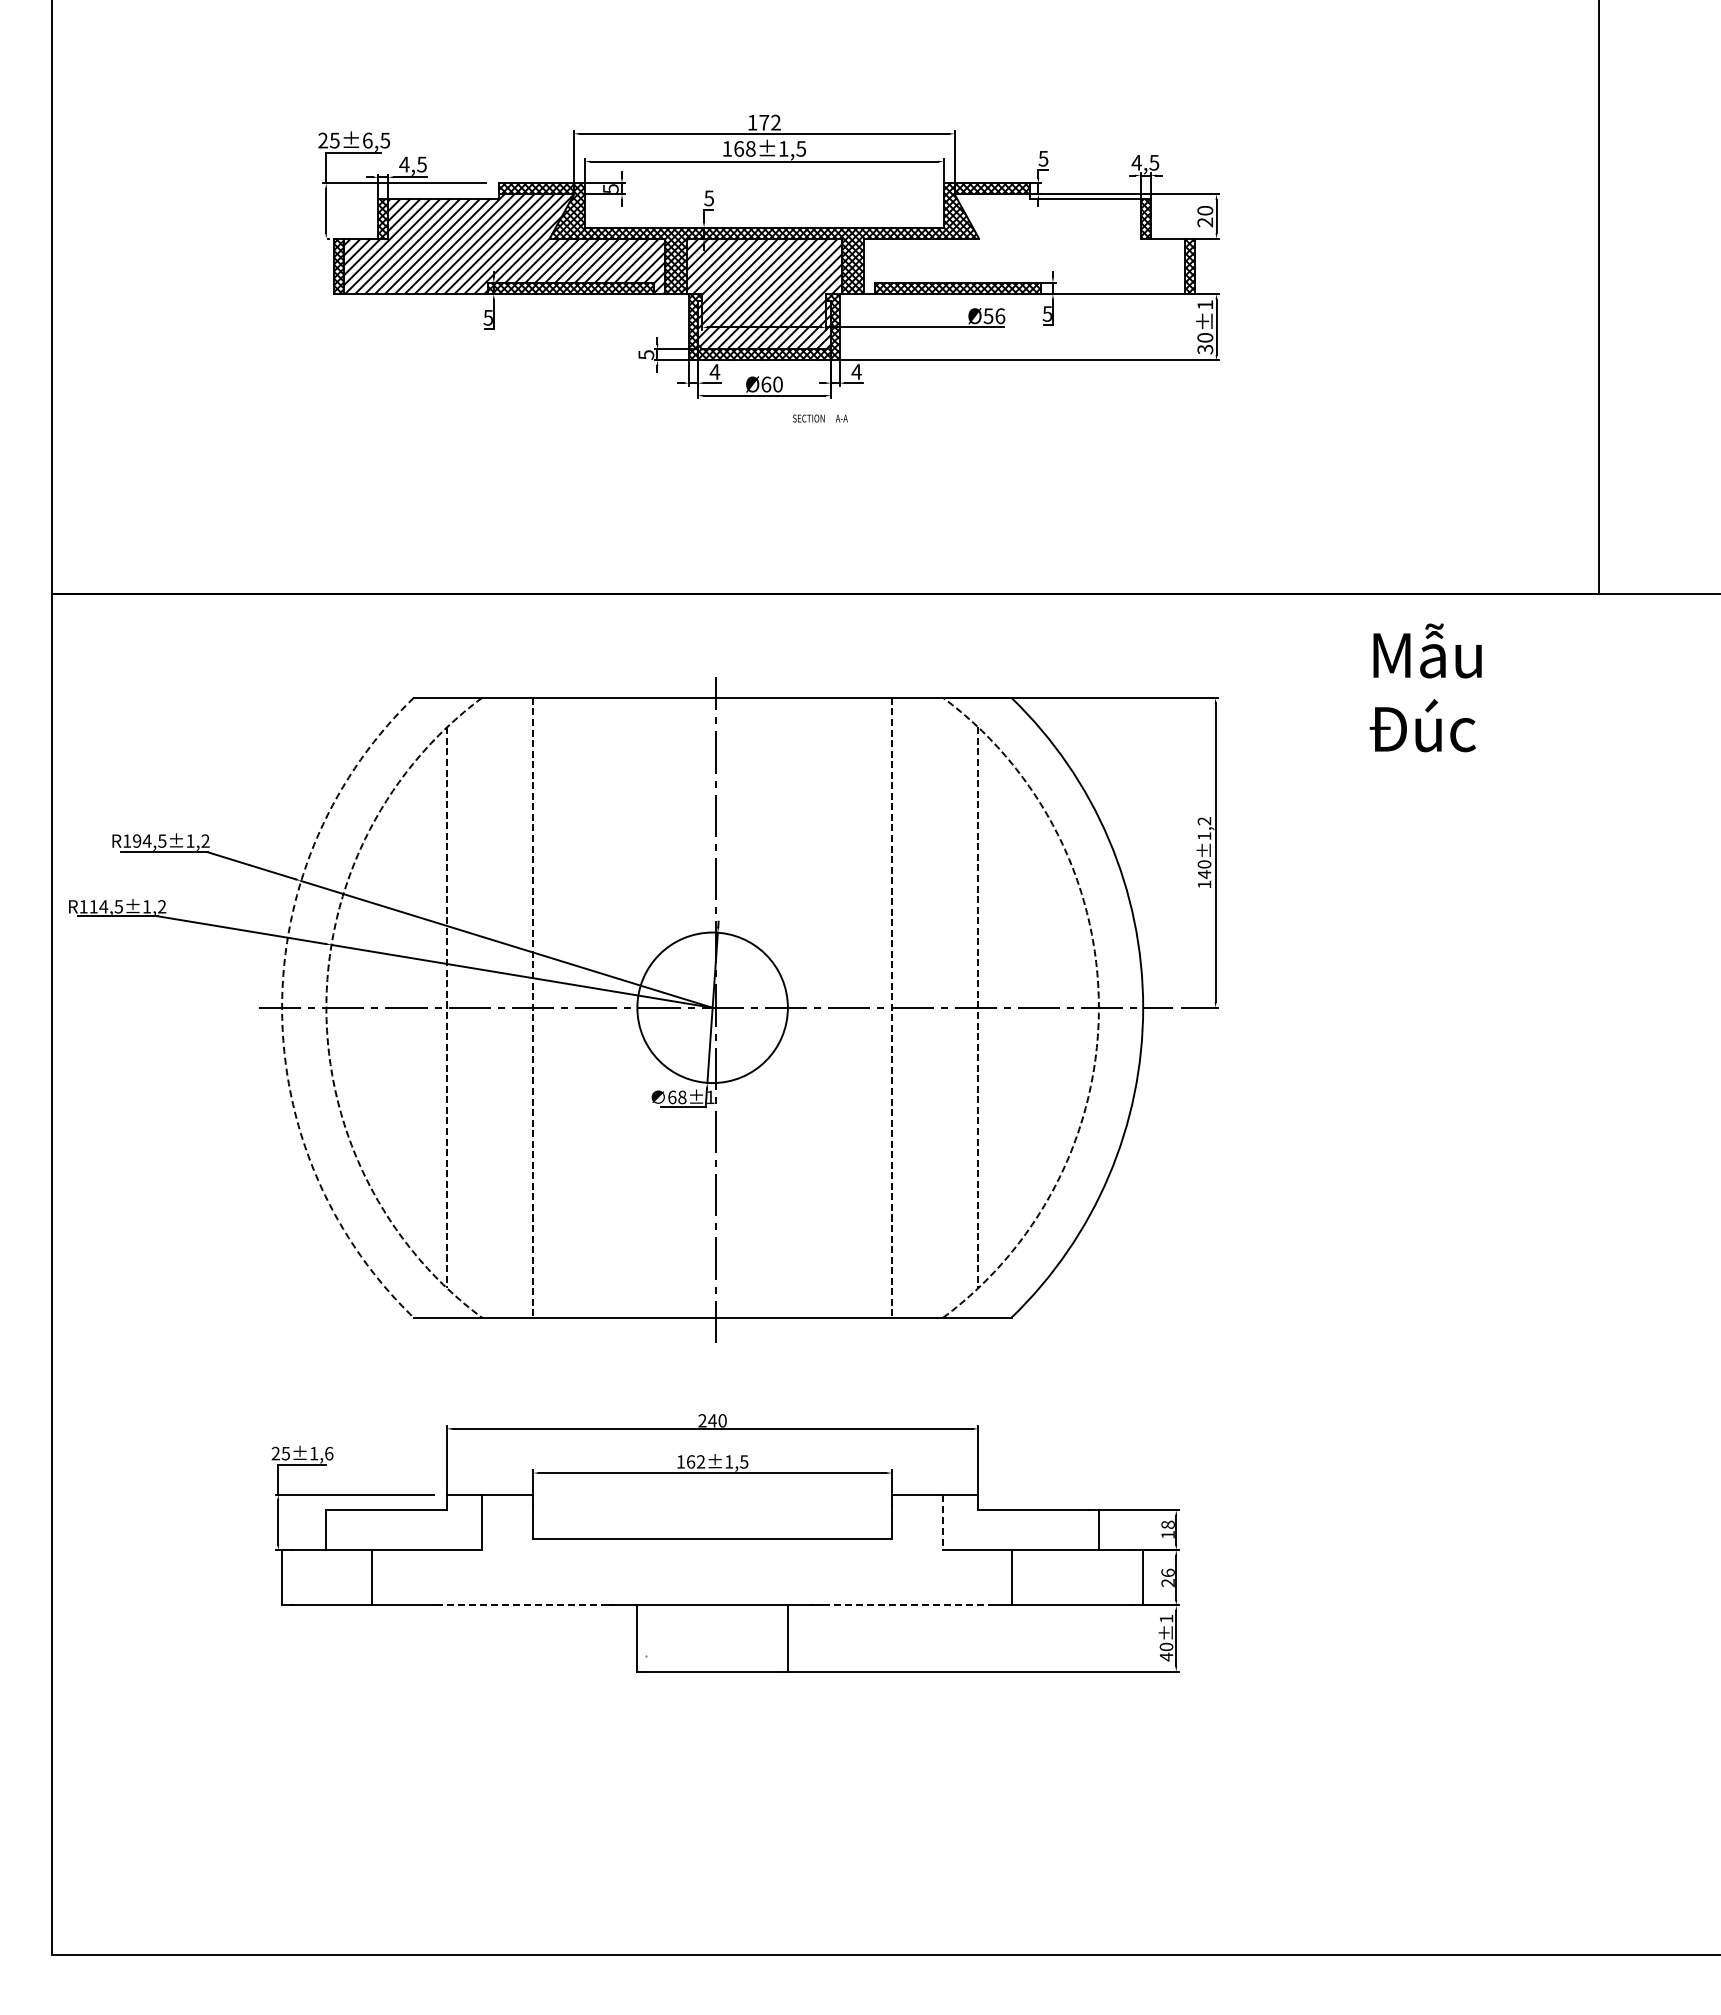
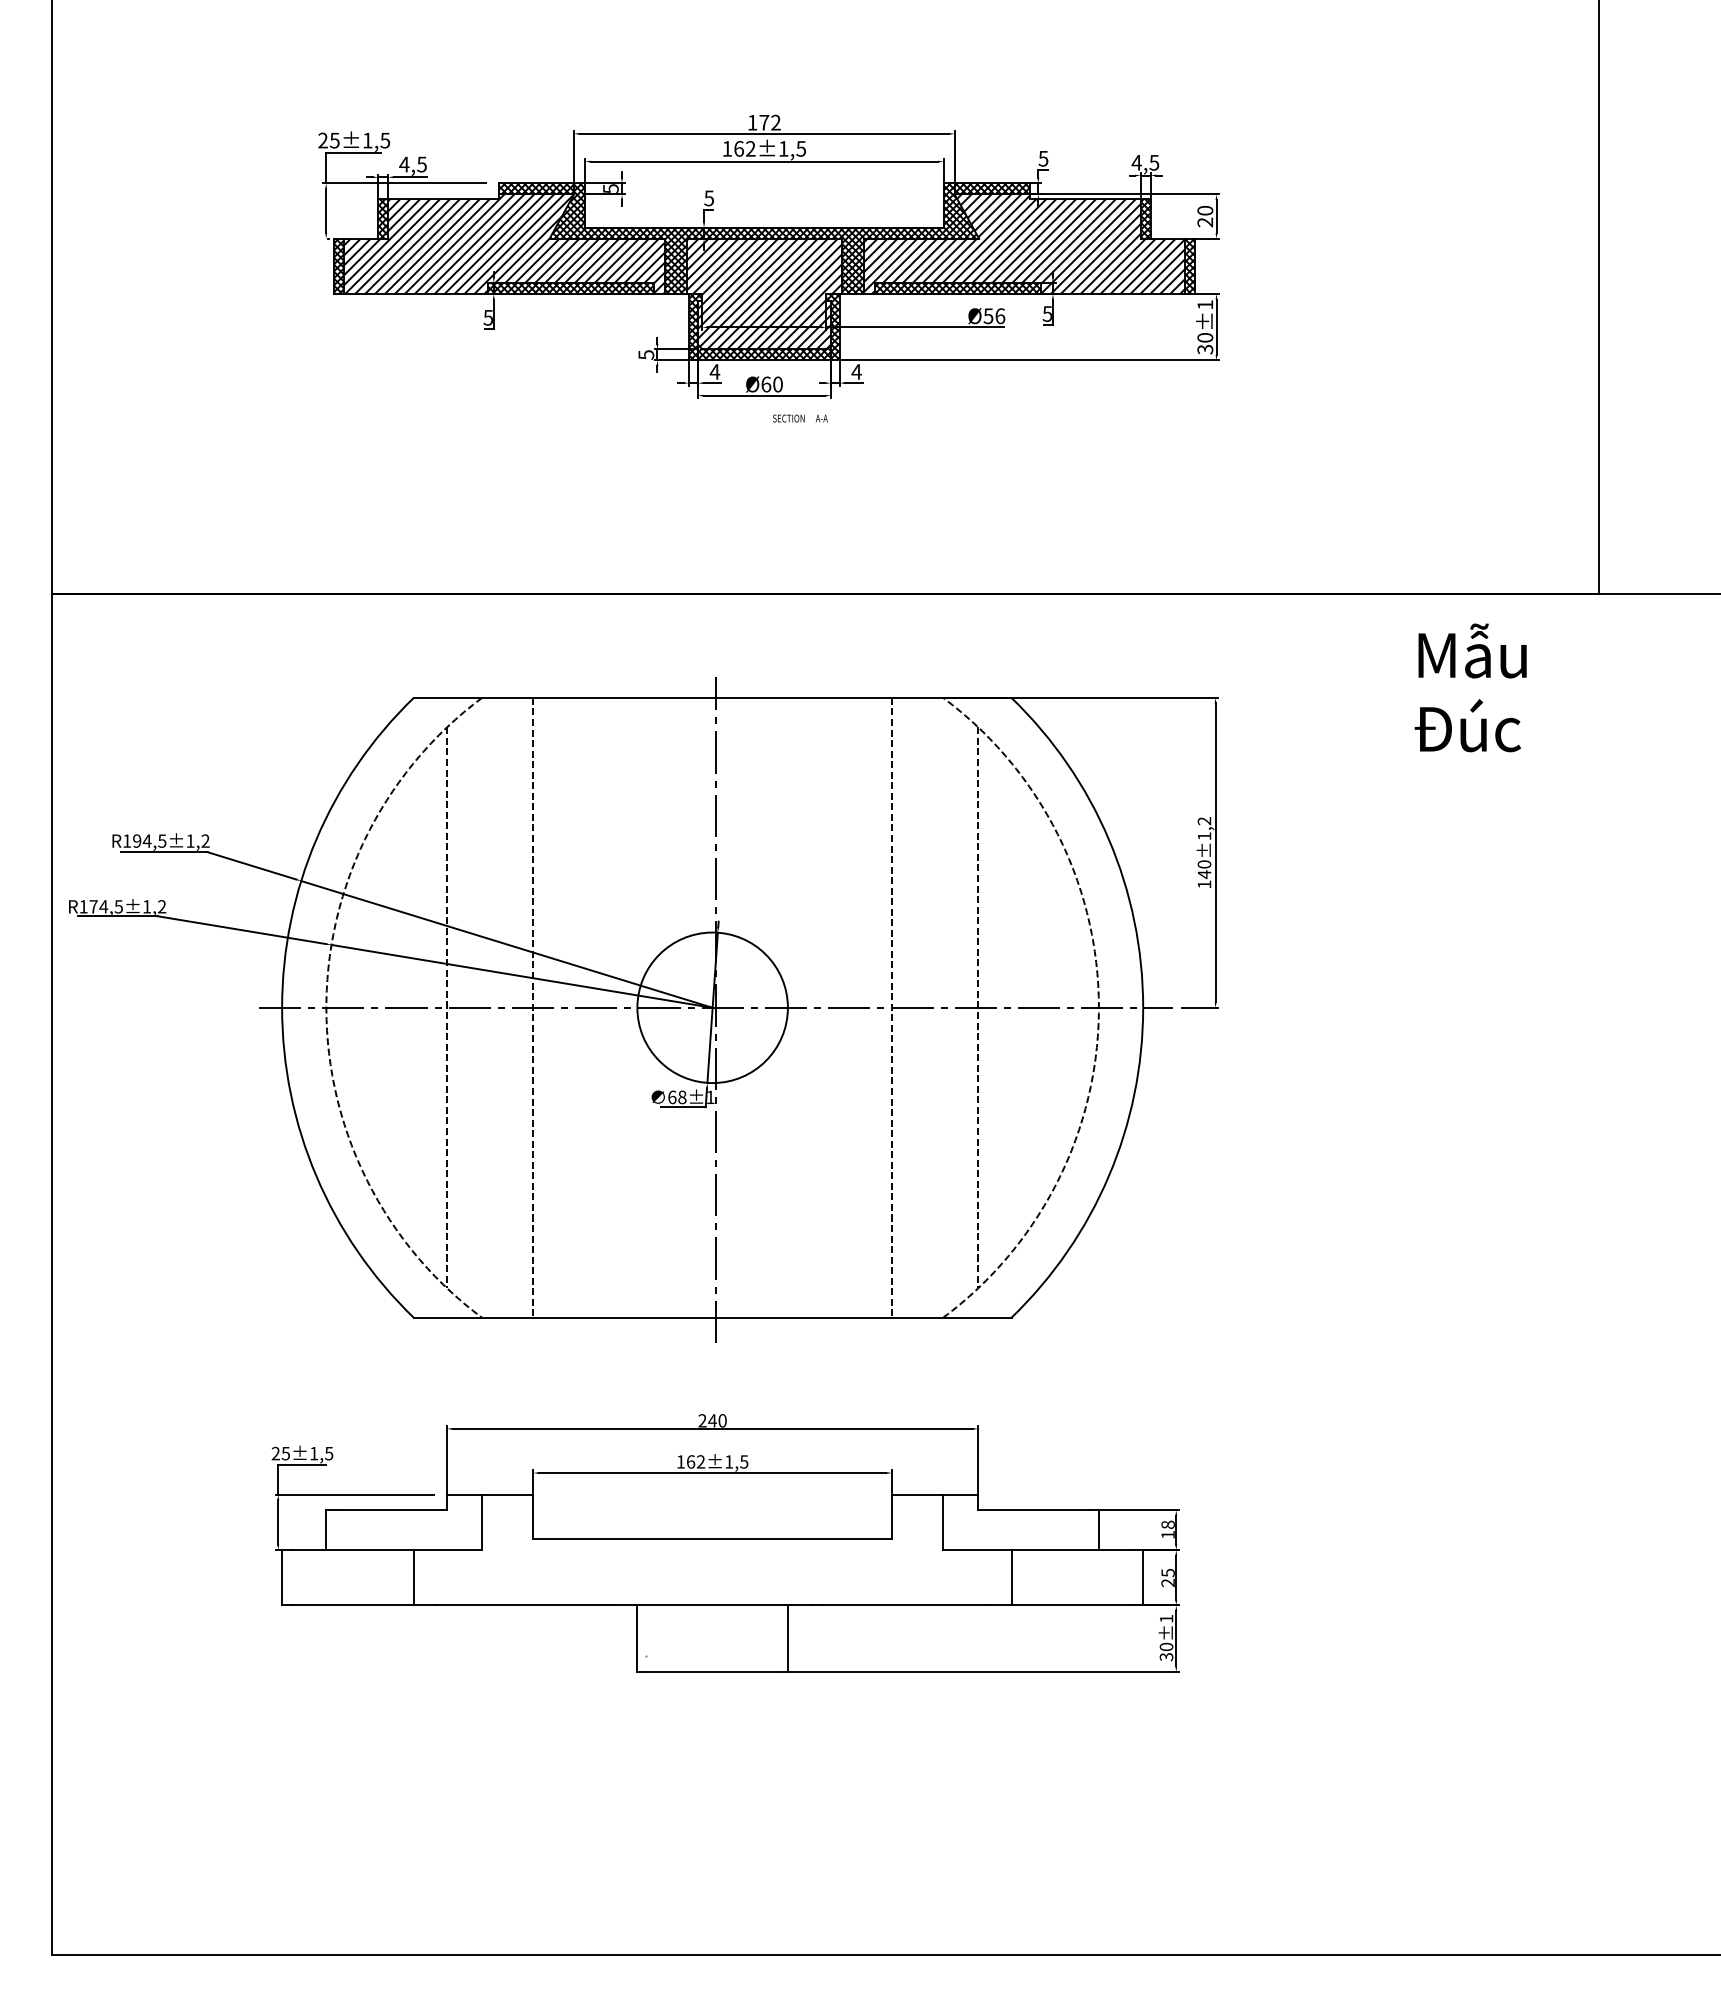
text at (367, 140): 25±6,5 -> 25±1,5
text at (750, 148): 168±1,5 -> 162±1,5
hatch at (1023, 244): none -> present
text at (820, 418) position: (820, 418) -> (800, 418)
text at (1425, 687) position: (1425, 687) -> (1470, 687)
text at (93, 906): R114,5±1,2 -> R174,5±1,2
arc at (282, 1007): dashed -> solid
text at (329, 1453): 25±1,6 -> 25±1,5
line at (943, 1522): dashed -> solid
text at (1167, 1572): 26 -> 25
line at (371, 1577) position: (371, 1577) -> (413, 1577)
line at (519, 1605): dashed -> solid
line at (906, 1605): dashed -> solid
text at (1166, 1656): 40±1 -> 30±1
